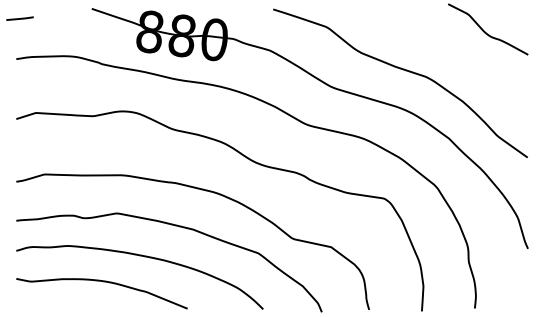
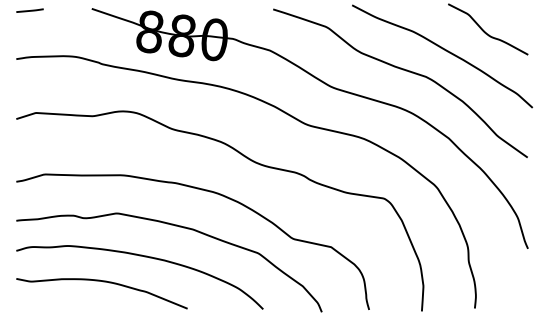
line at (19, 18) position: (19, 18) -> (29, 10)
curve at (445, 51): none -> present
